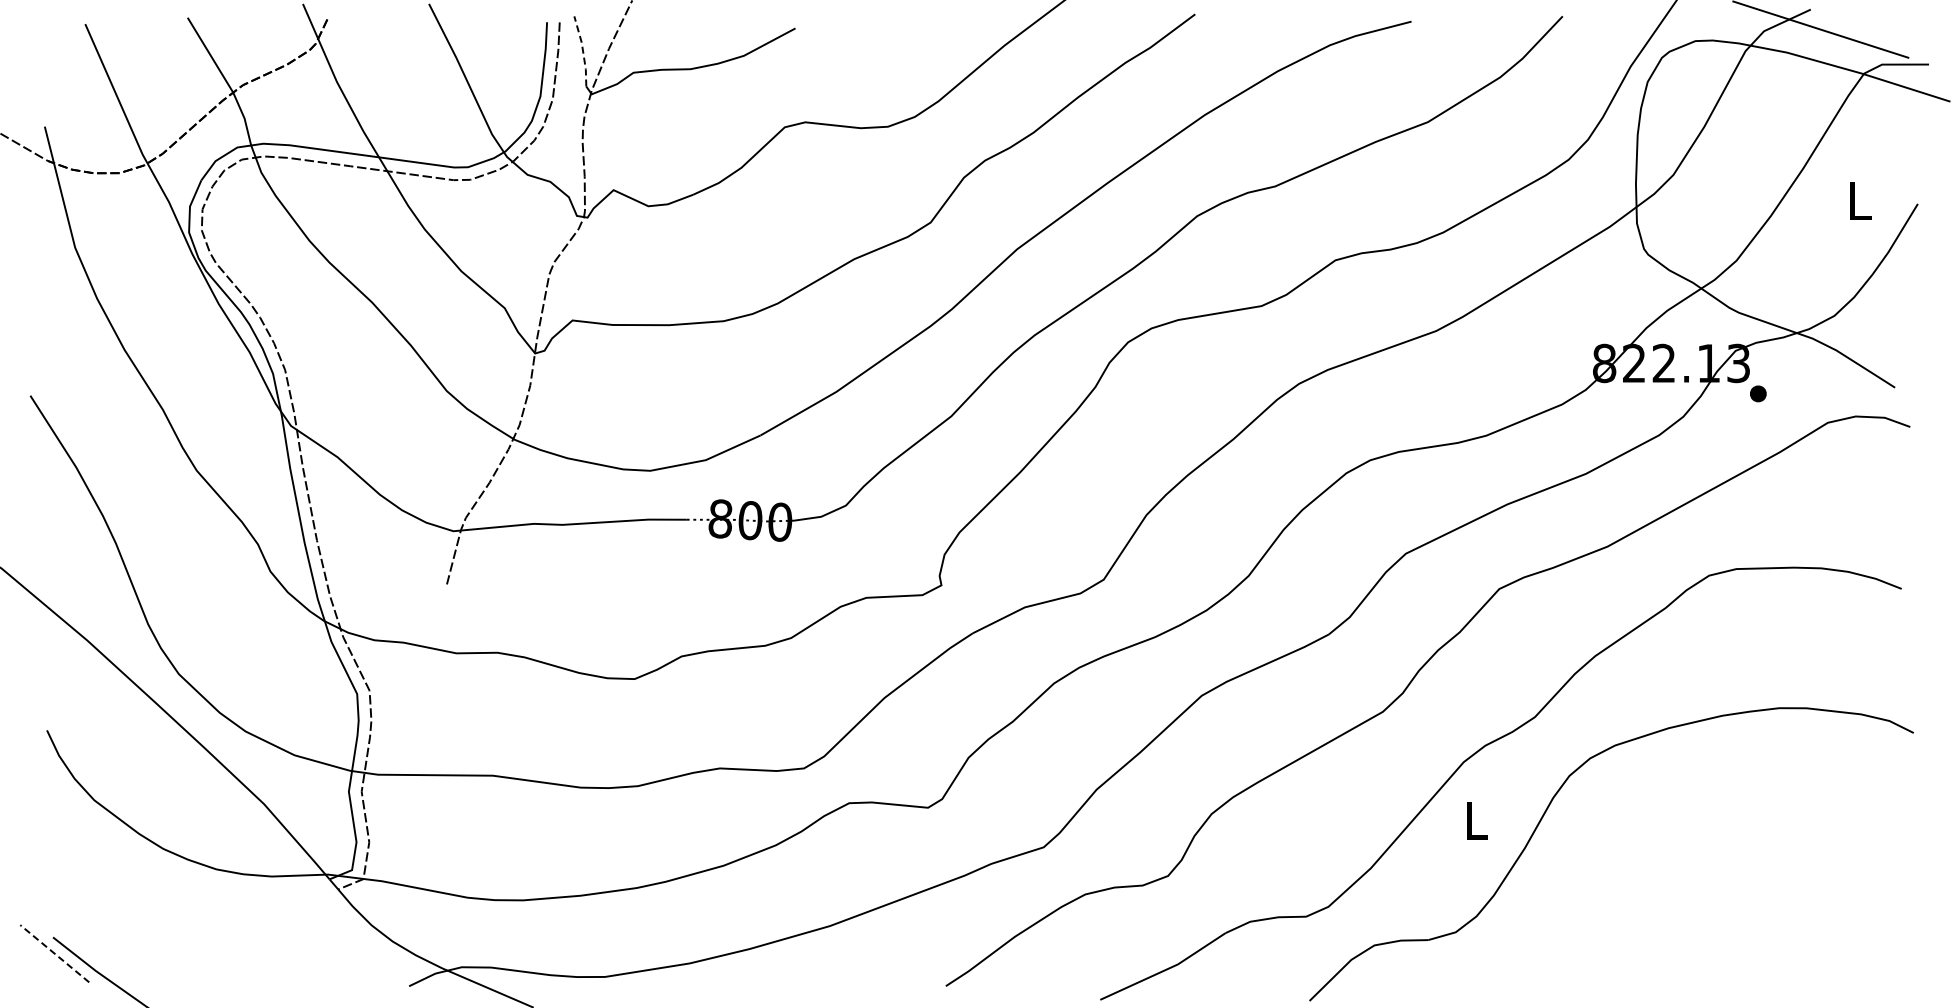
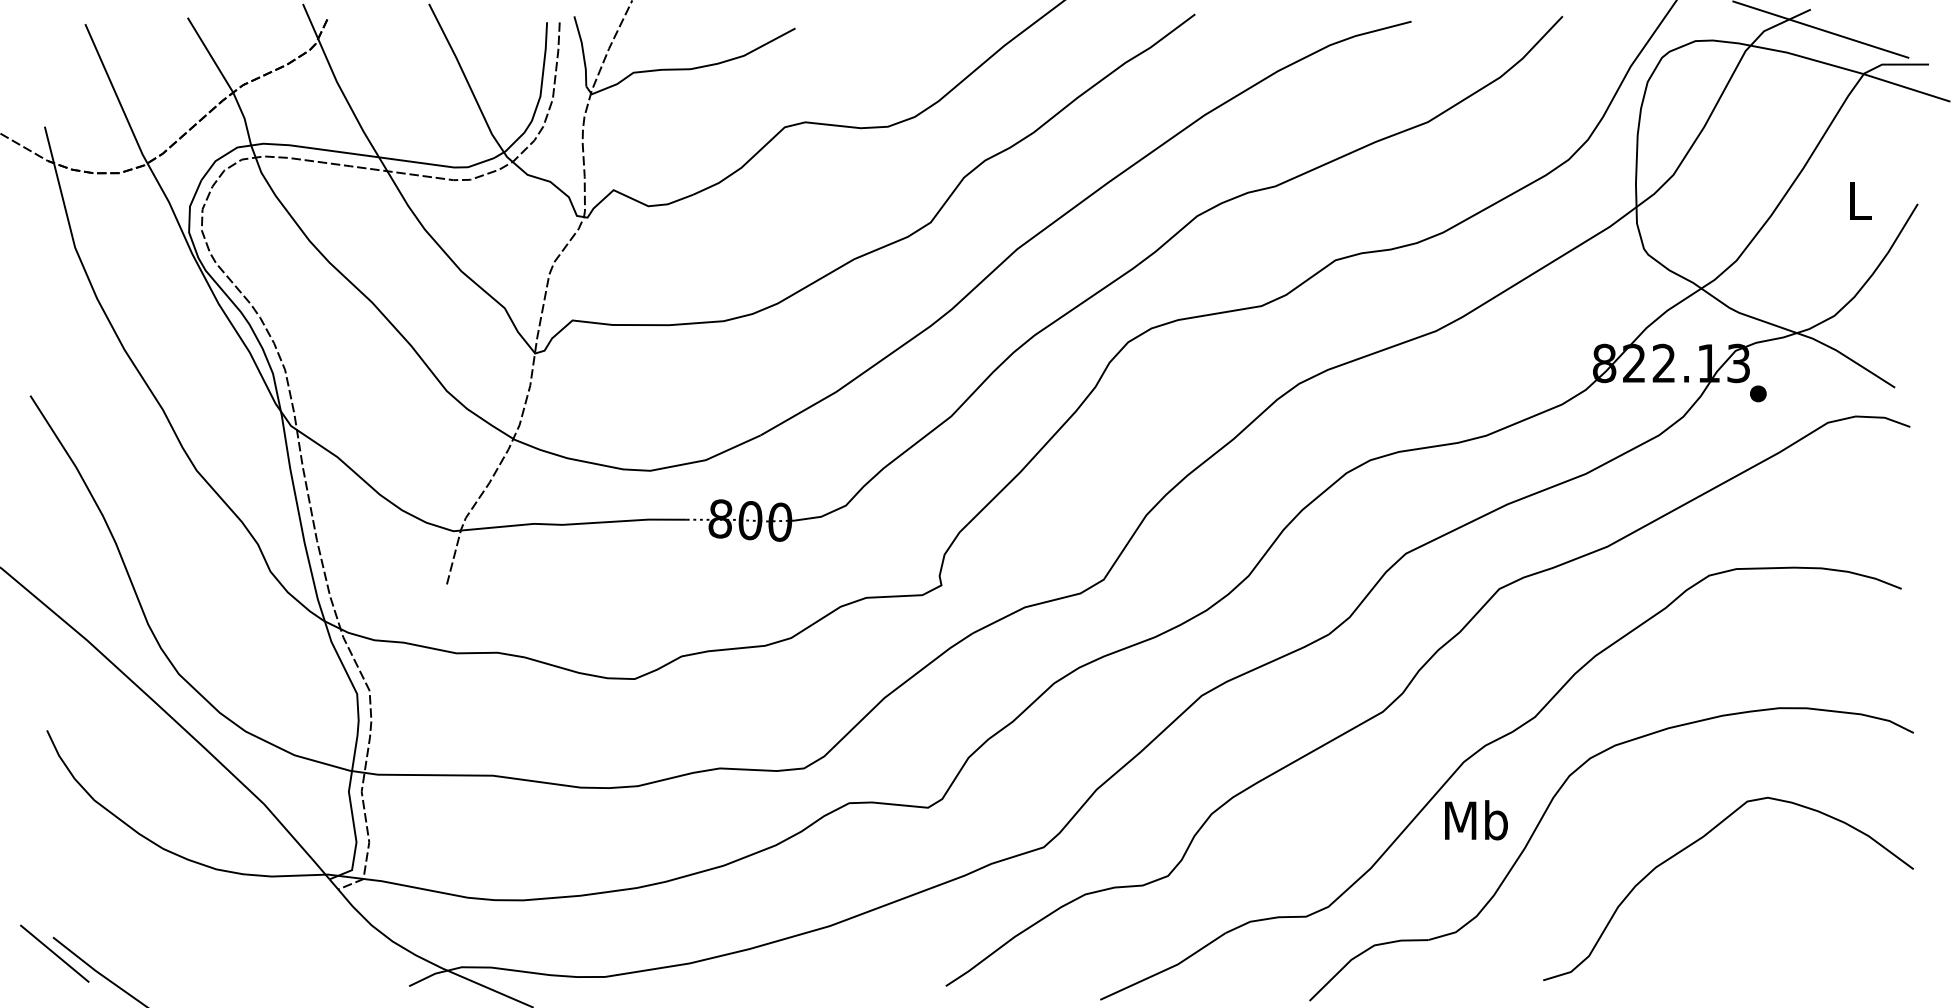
line at (582, 50): dashed -> solid
text at (1476, 820): L -> Mb
curve at (1701, 839): none -> present
line at (54, 953): dashed -> solid
